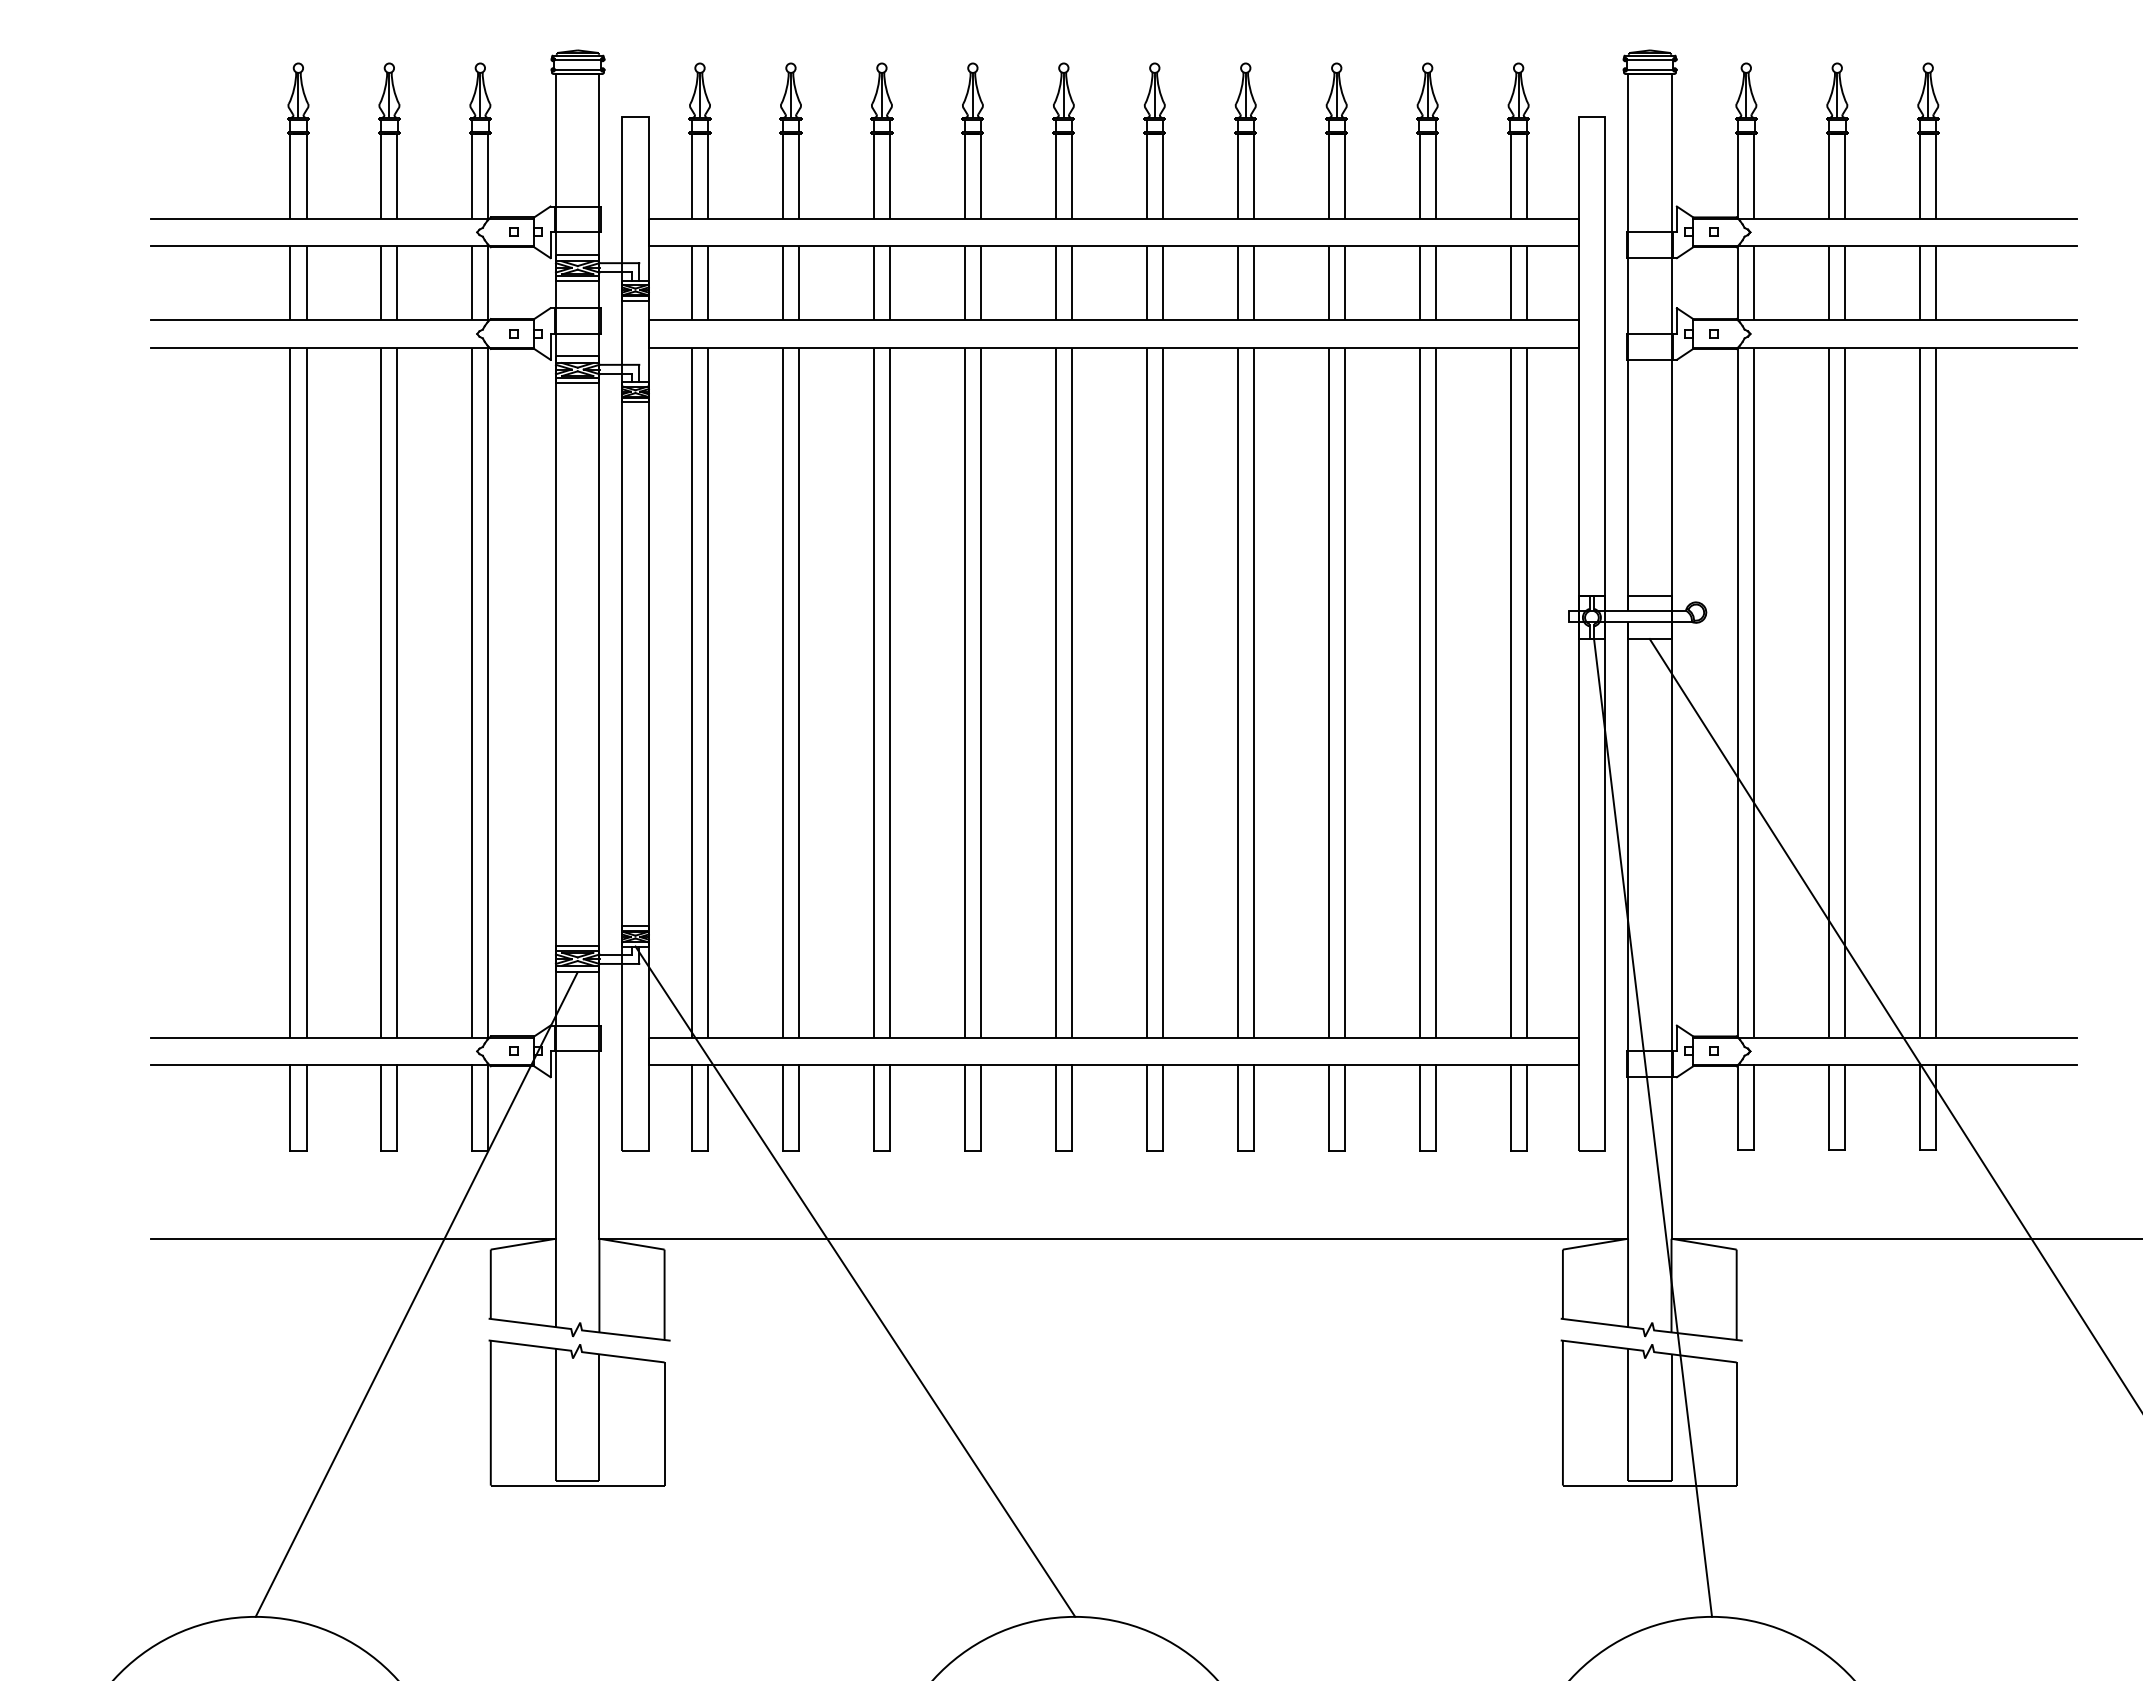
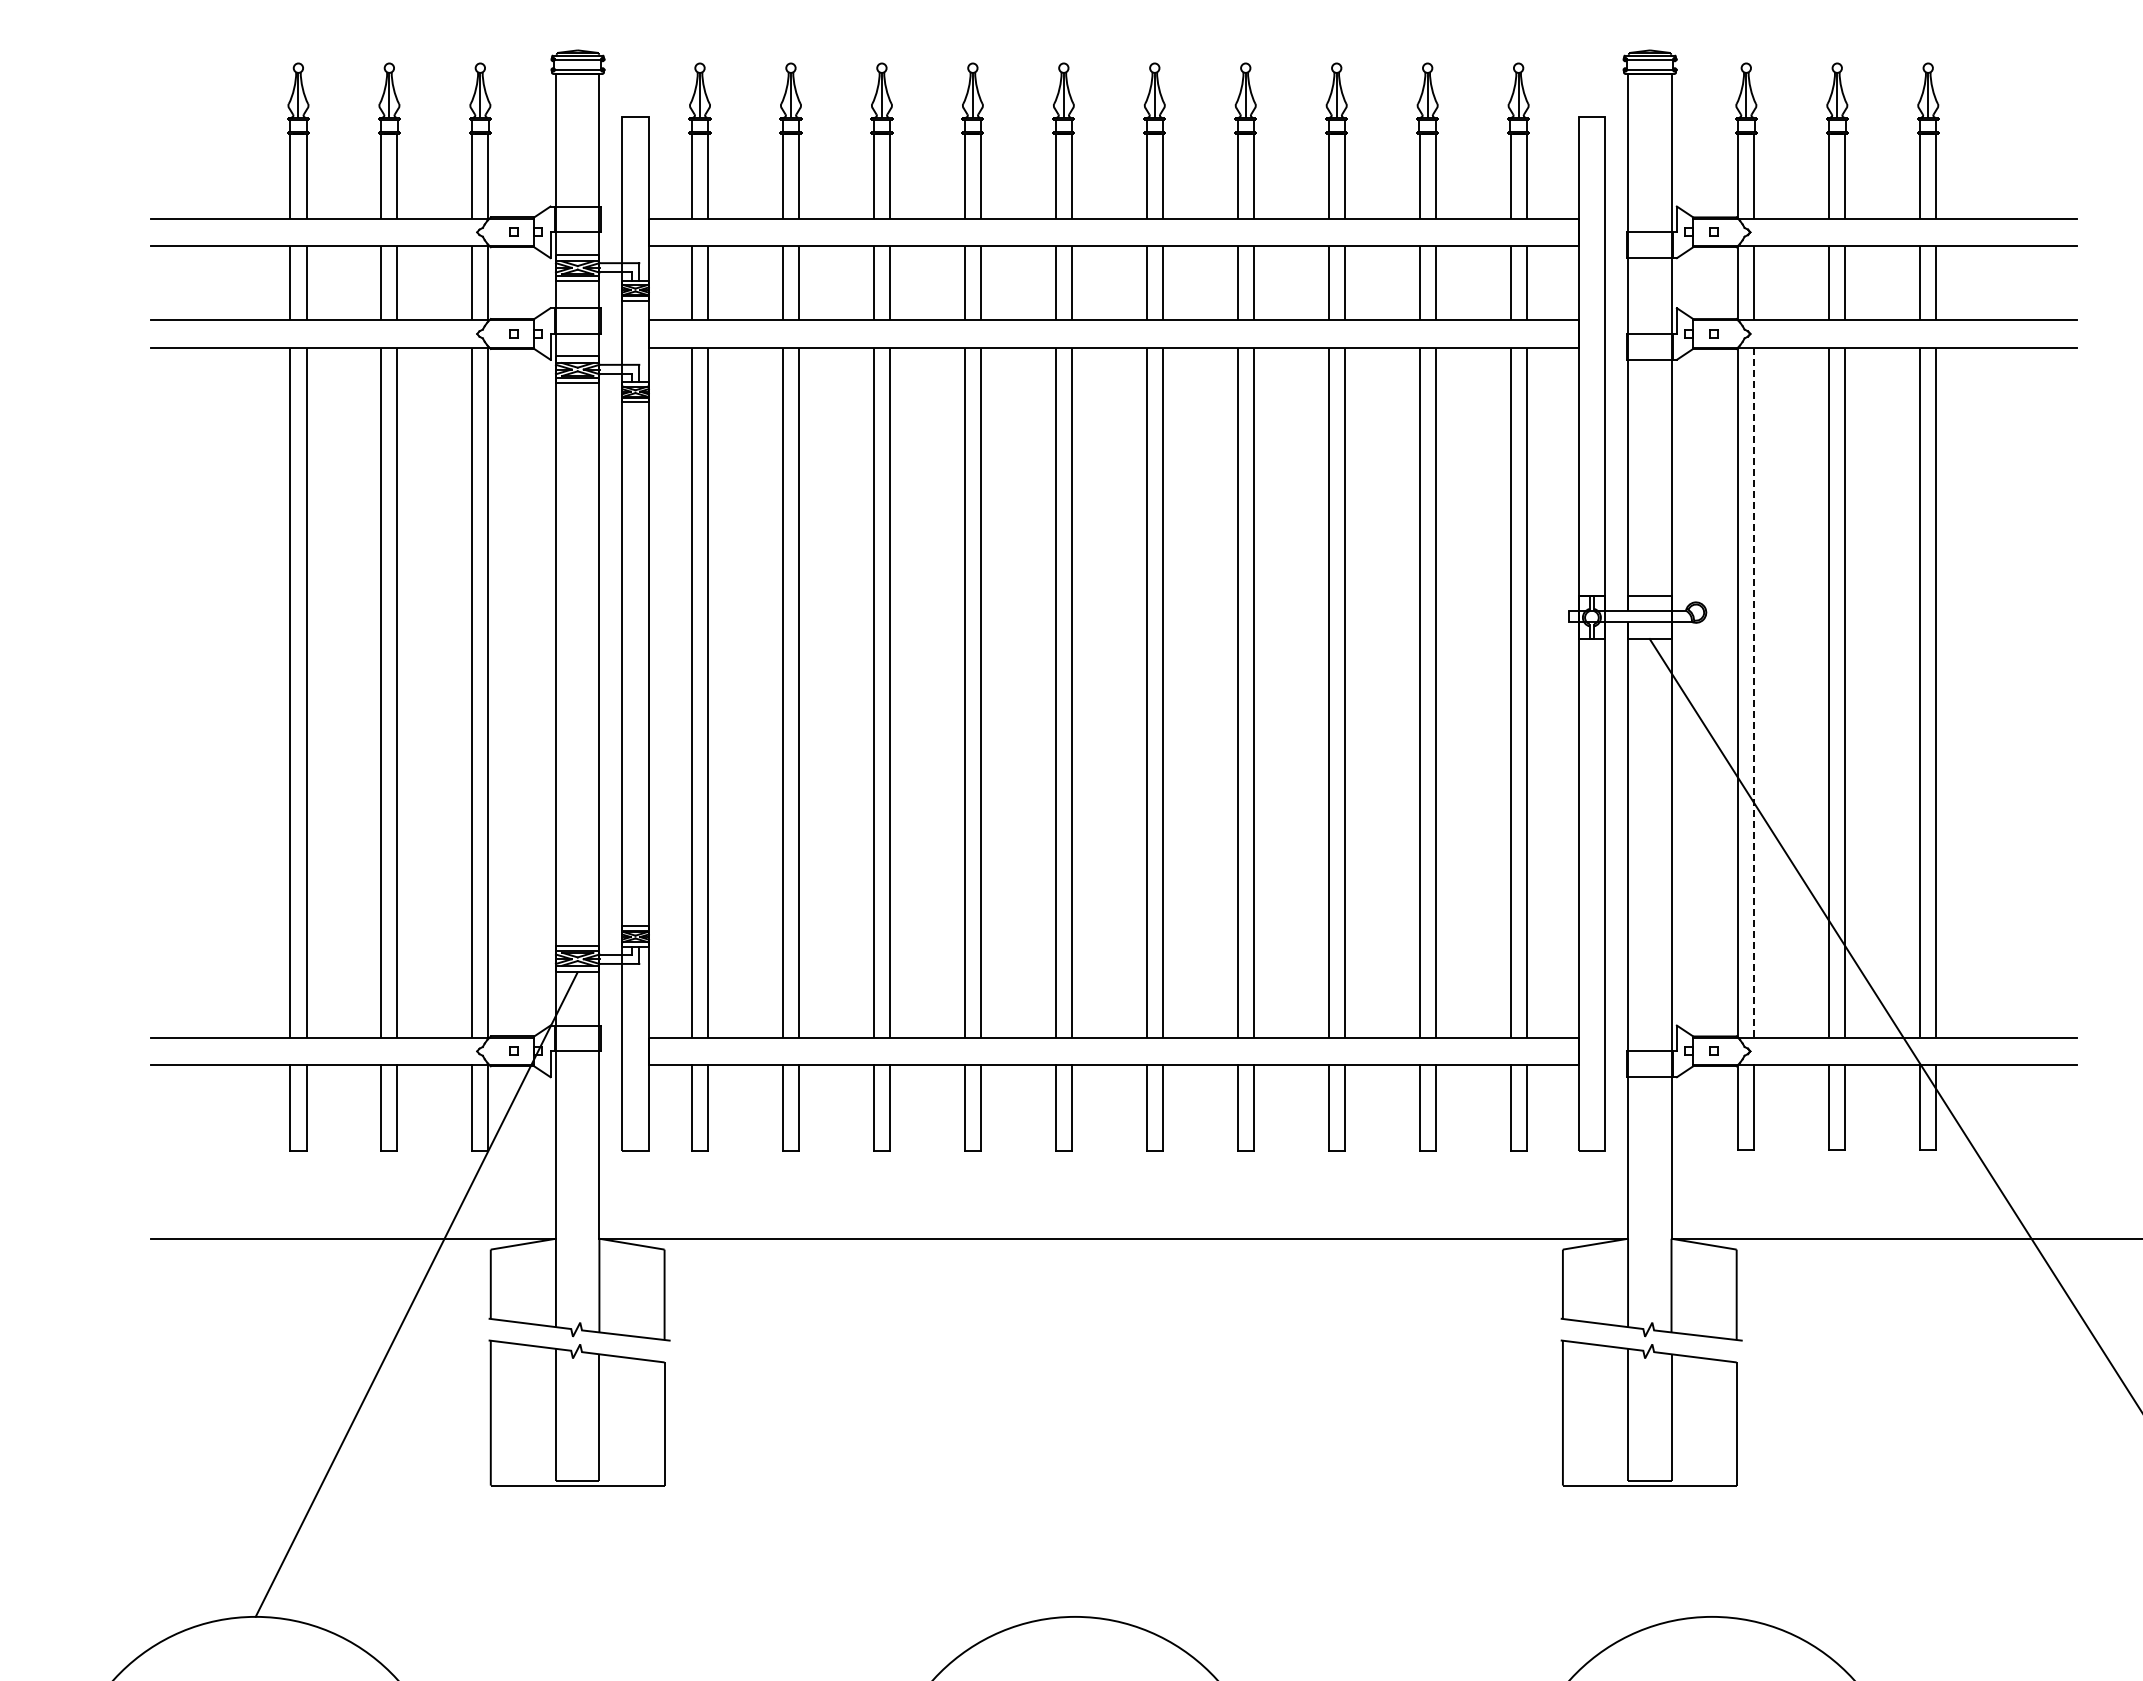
line at (1754, 692): solid -> dashed
line at (1653, 1127): present -> none
line at (855, 1281): present -> none
